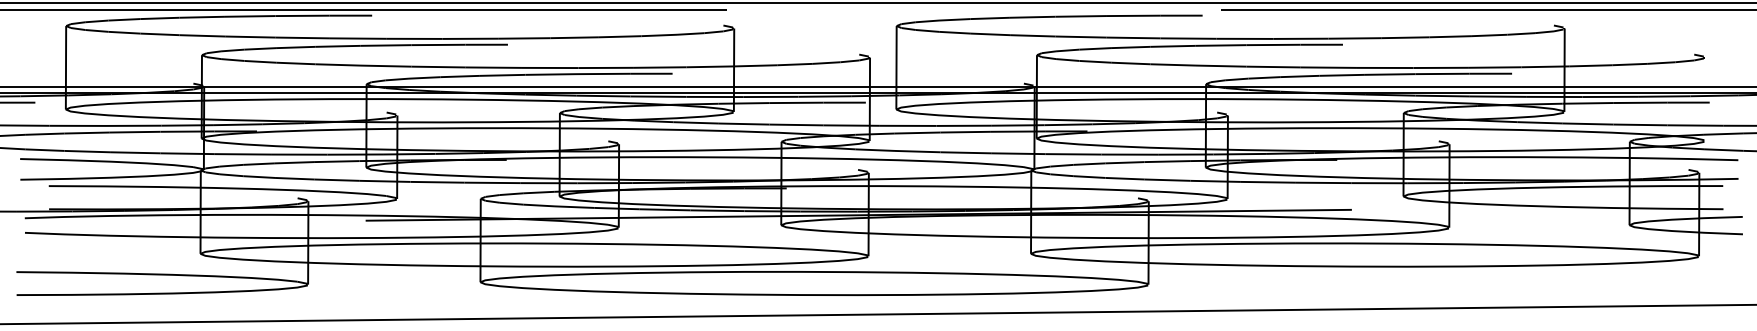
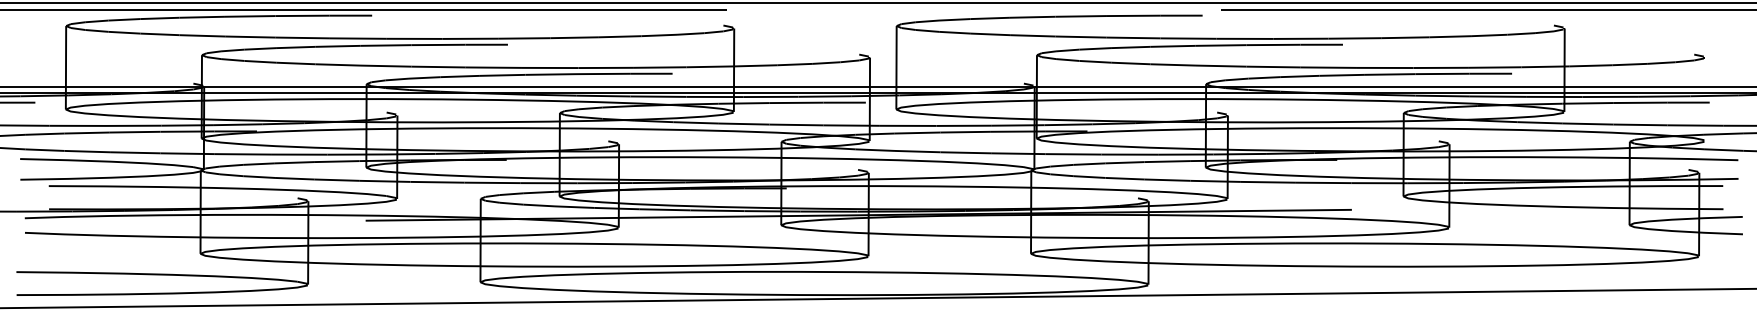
line at (877, 314) position: (877, 314) -> (877, 298)
